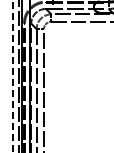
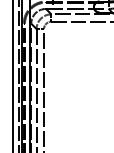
line at (13, 76): dashed -> solid
